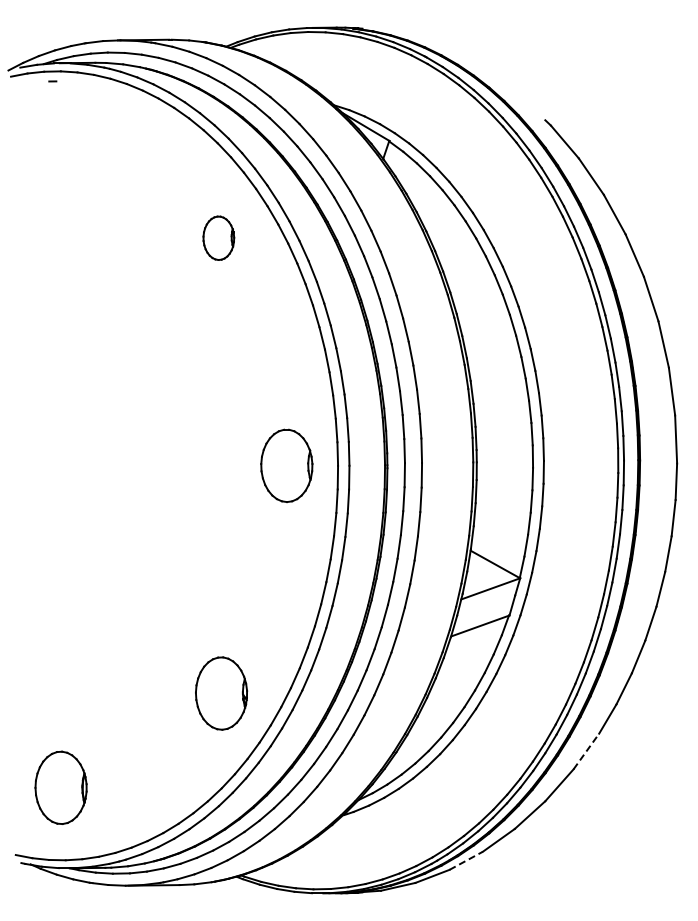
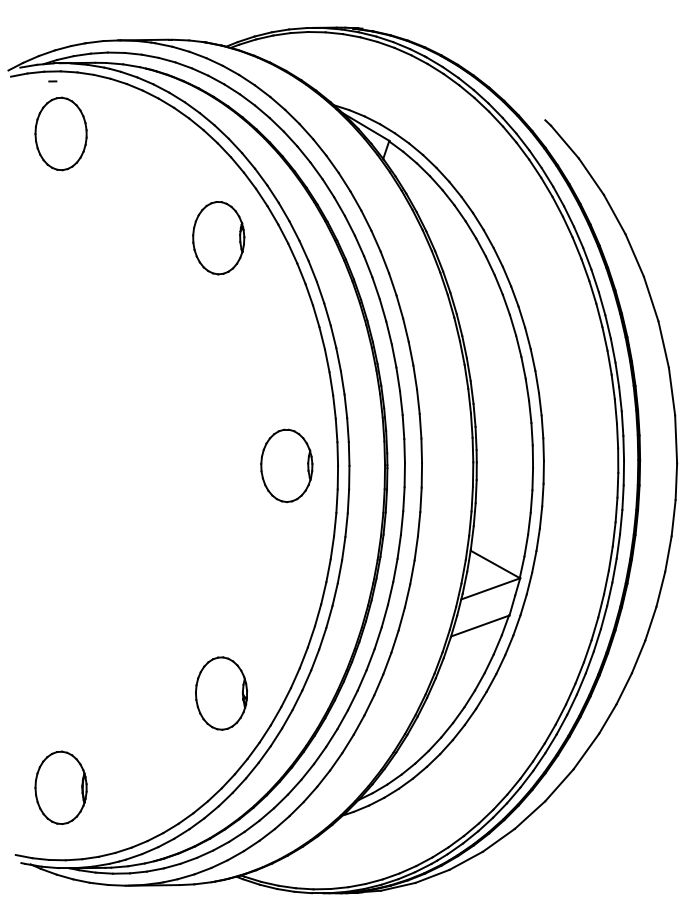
part at (60, 133): none -> present
part at (218, 237) size: 34x46 px -> 54x75 px
line at (586, 751): dashed -> solid
line at (466, 860): dashed -> solid
